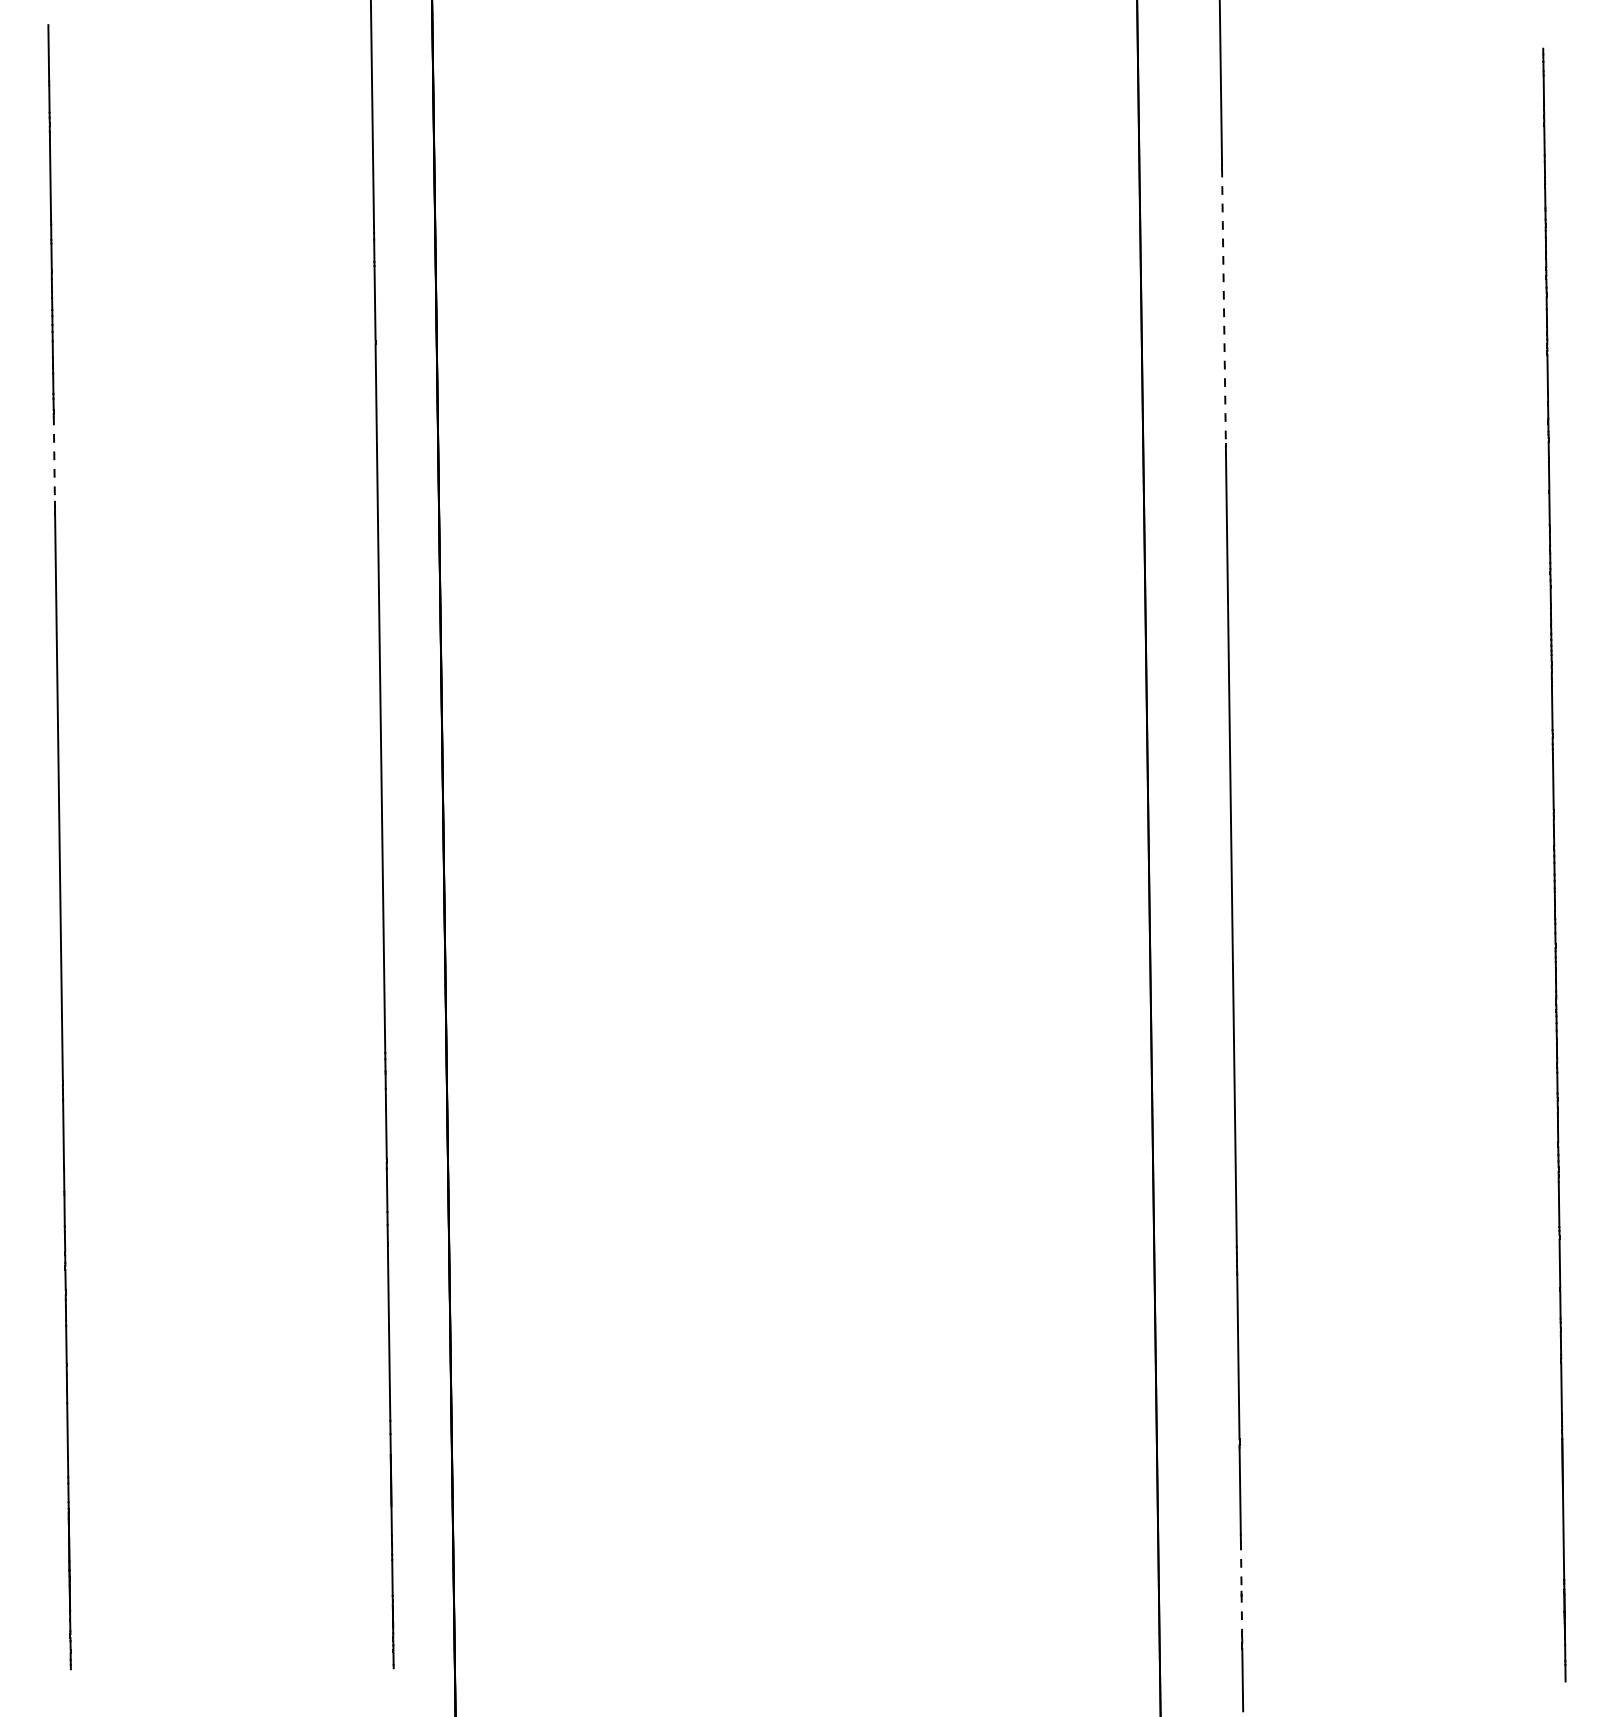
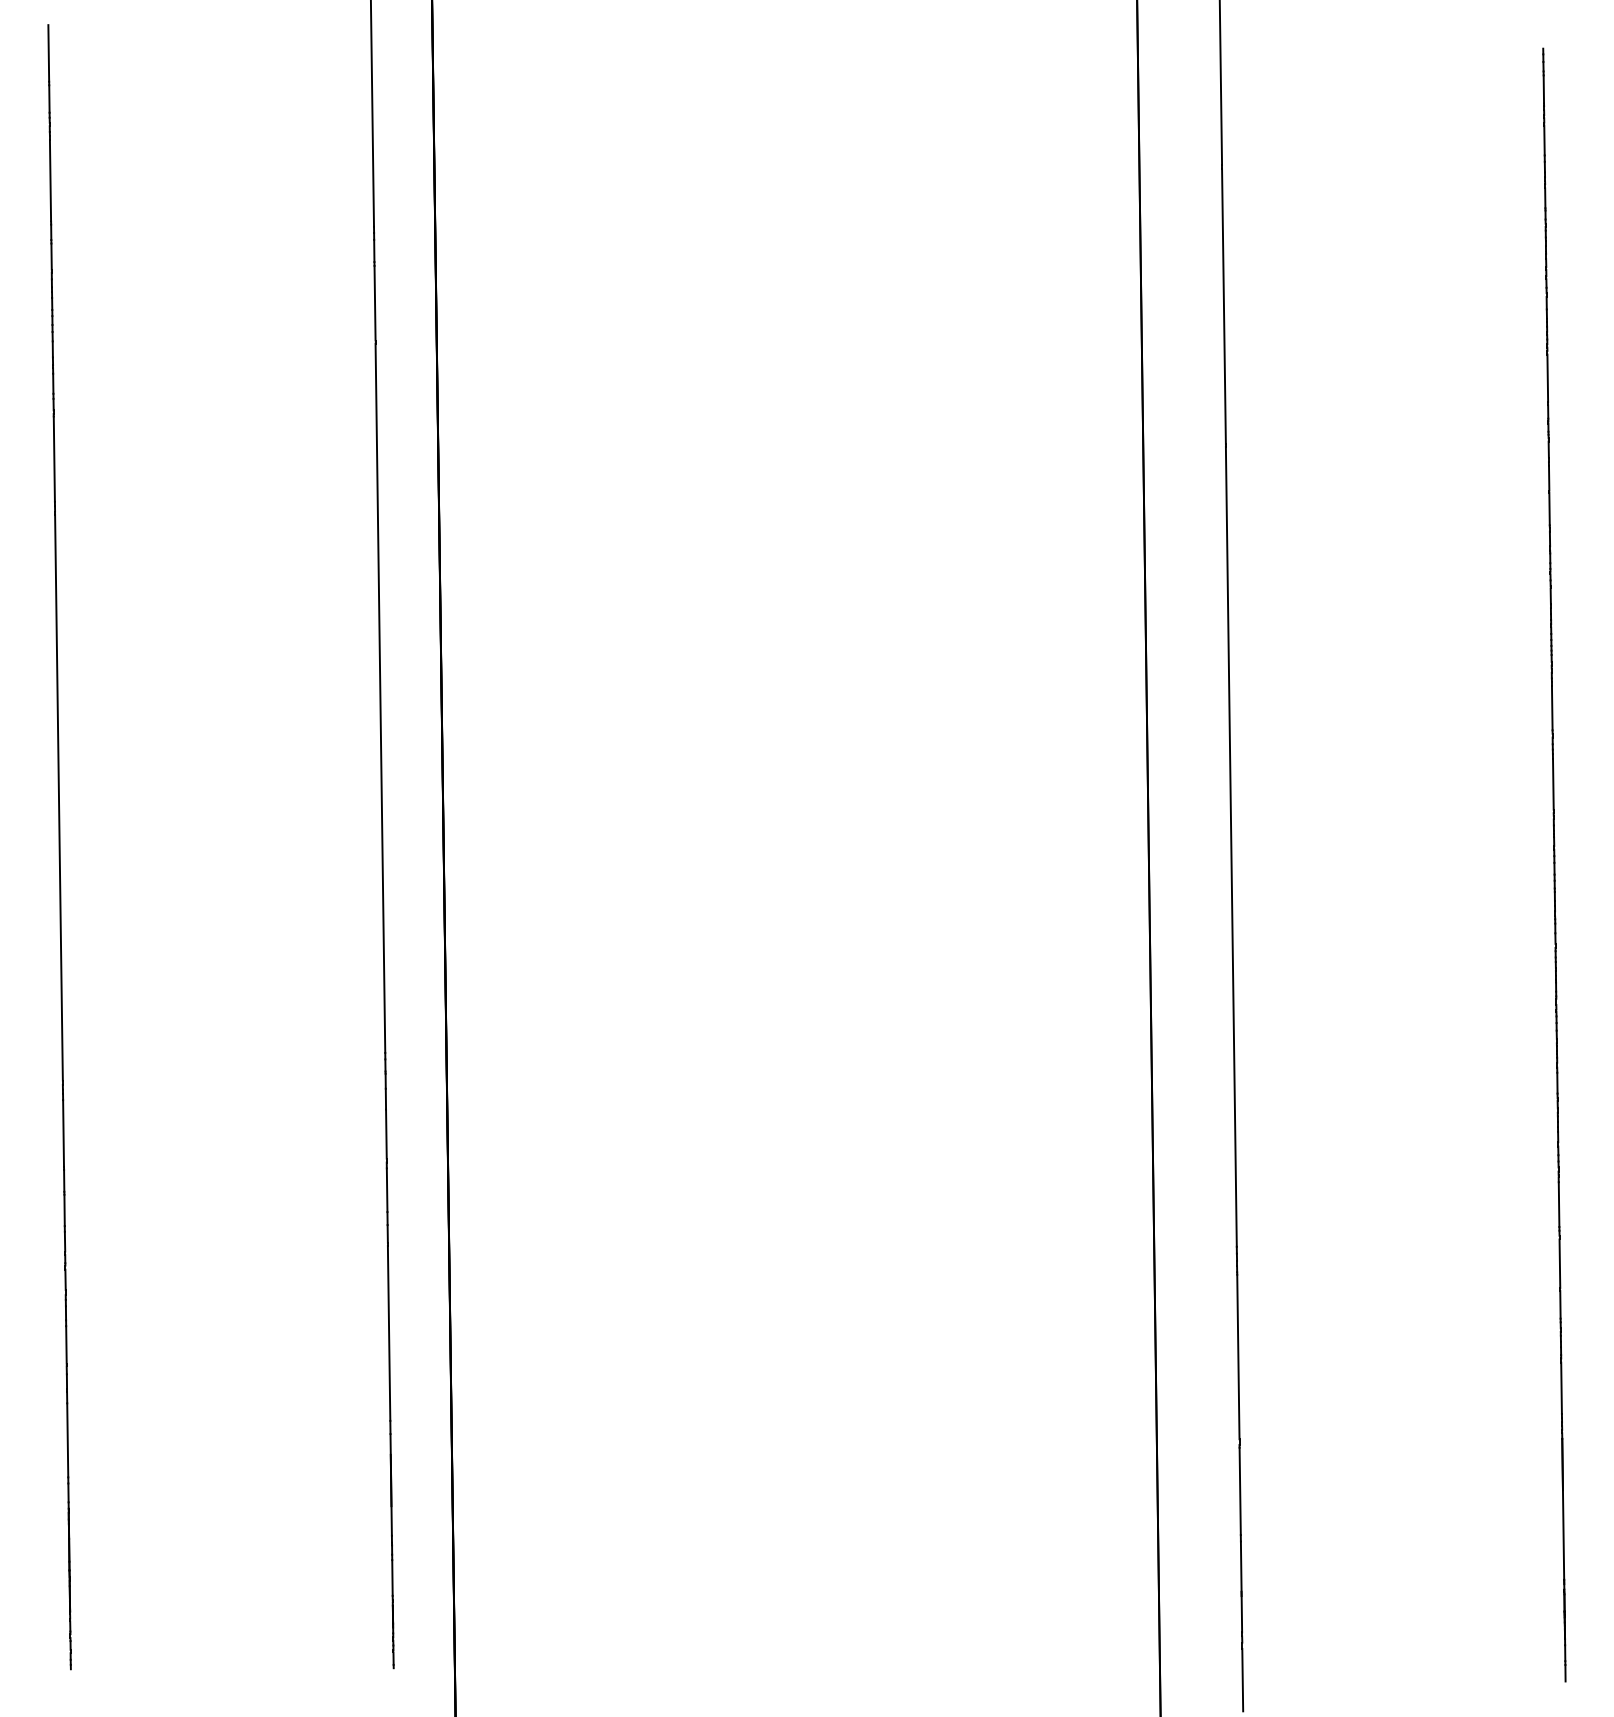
line at (1223, 306): dashed -> solid
line at (54, 459): dashed -> solid
line at (1241, 1587): dashed -> solid
